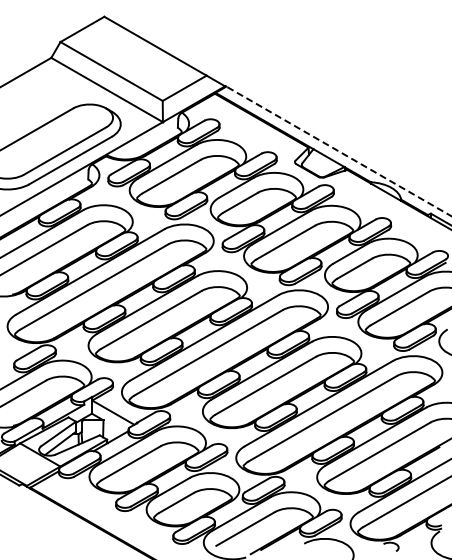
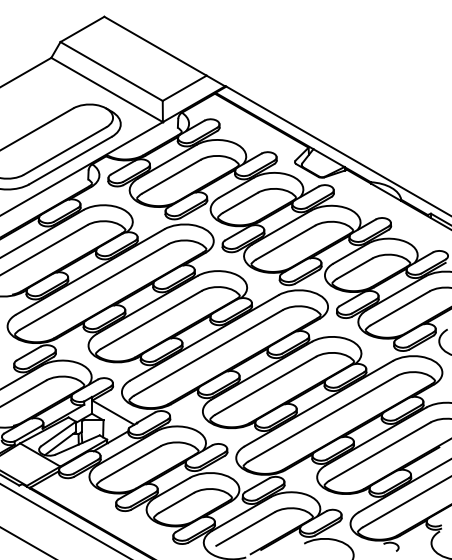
line at (338, 151): dashed -> solid
line at (64, 520): none -> present
line at (26, 542): none -> present
